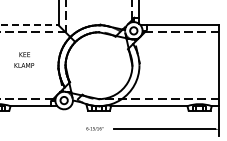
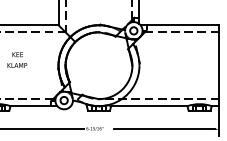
line at (29, 25): dashed -> solid
text at (24, 59) position: (24, 59) -> (17, 59)
line at (42, 129): none -> present
